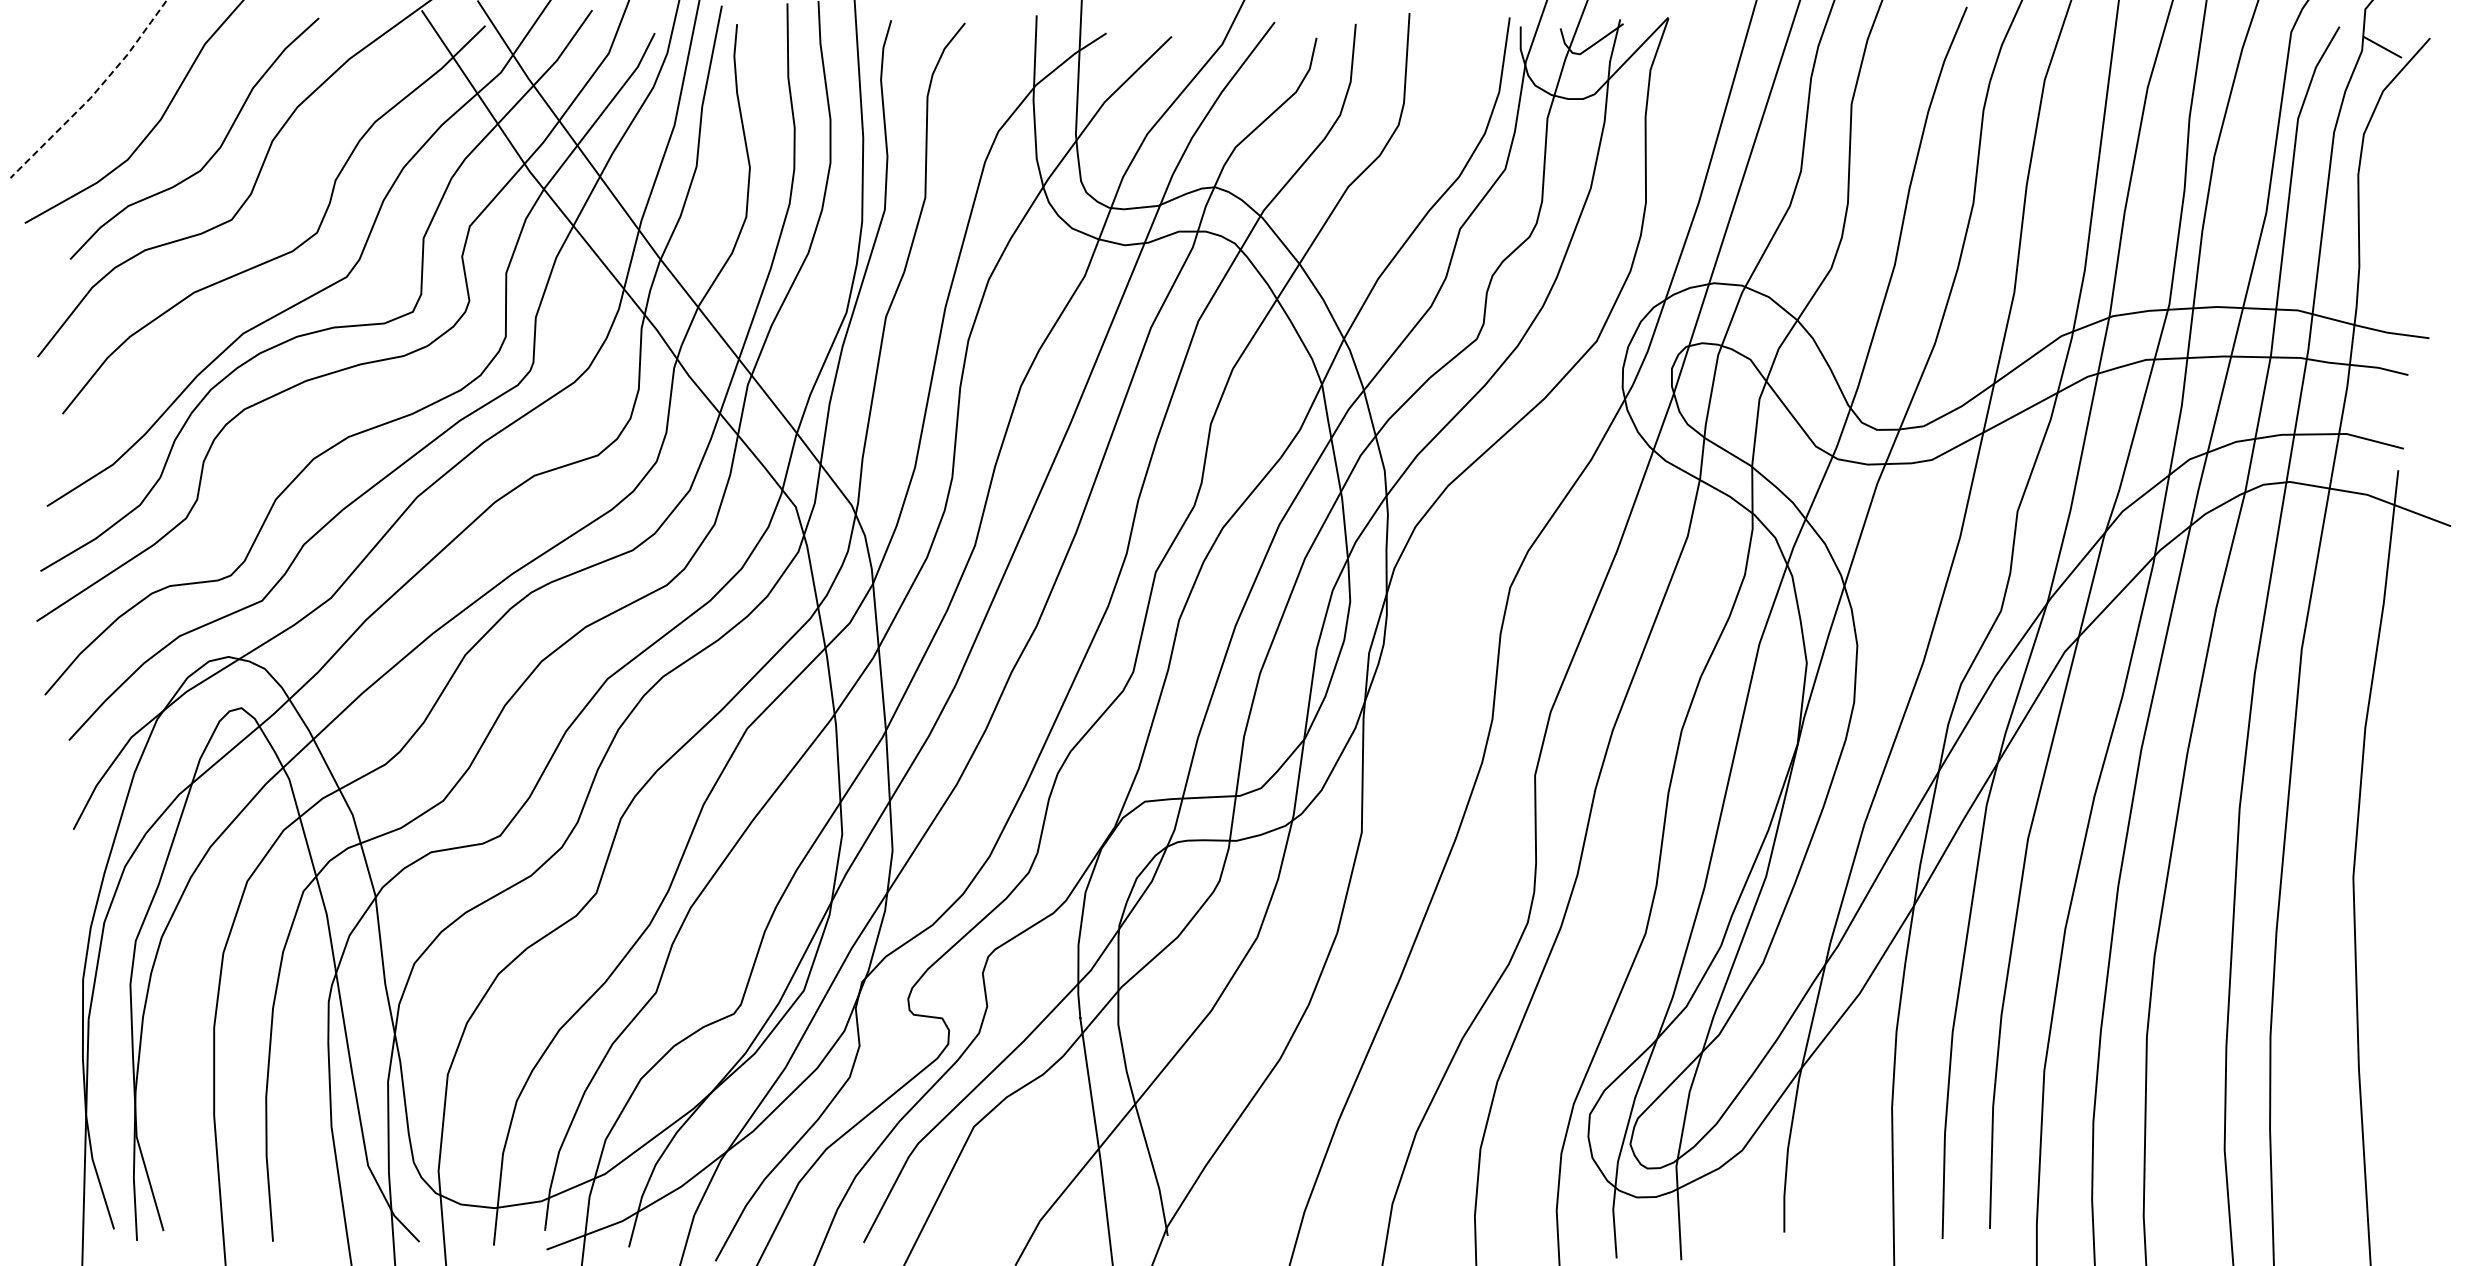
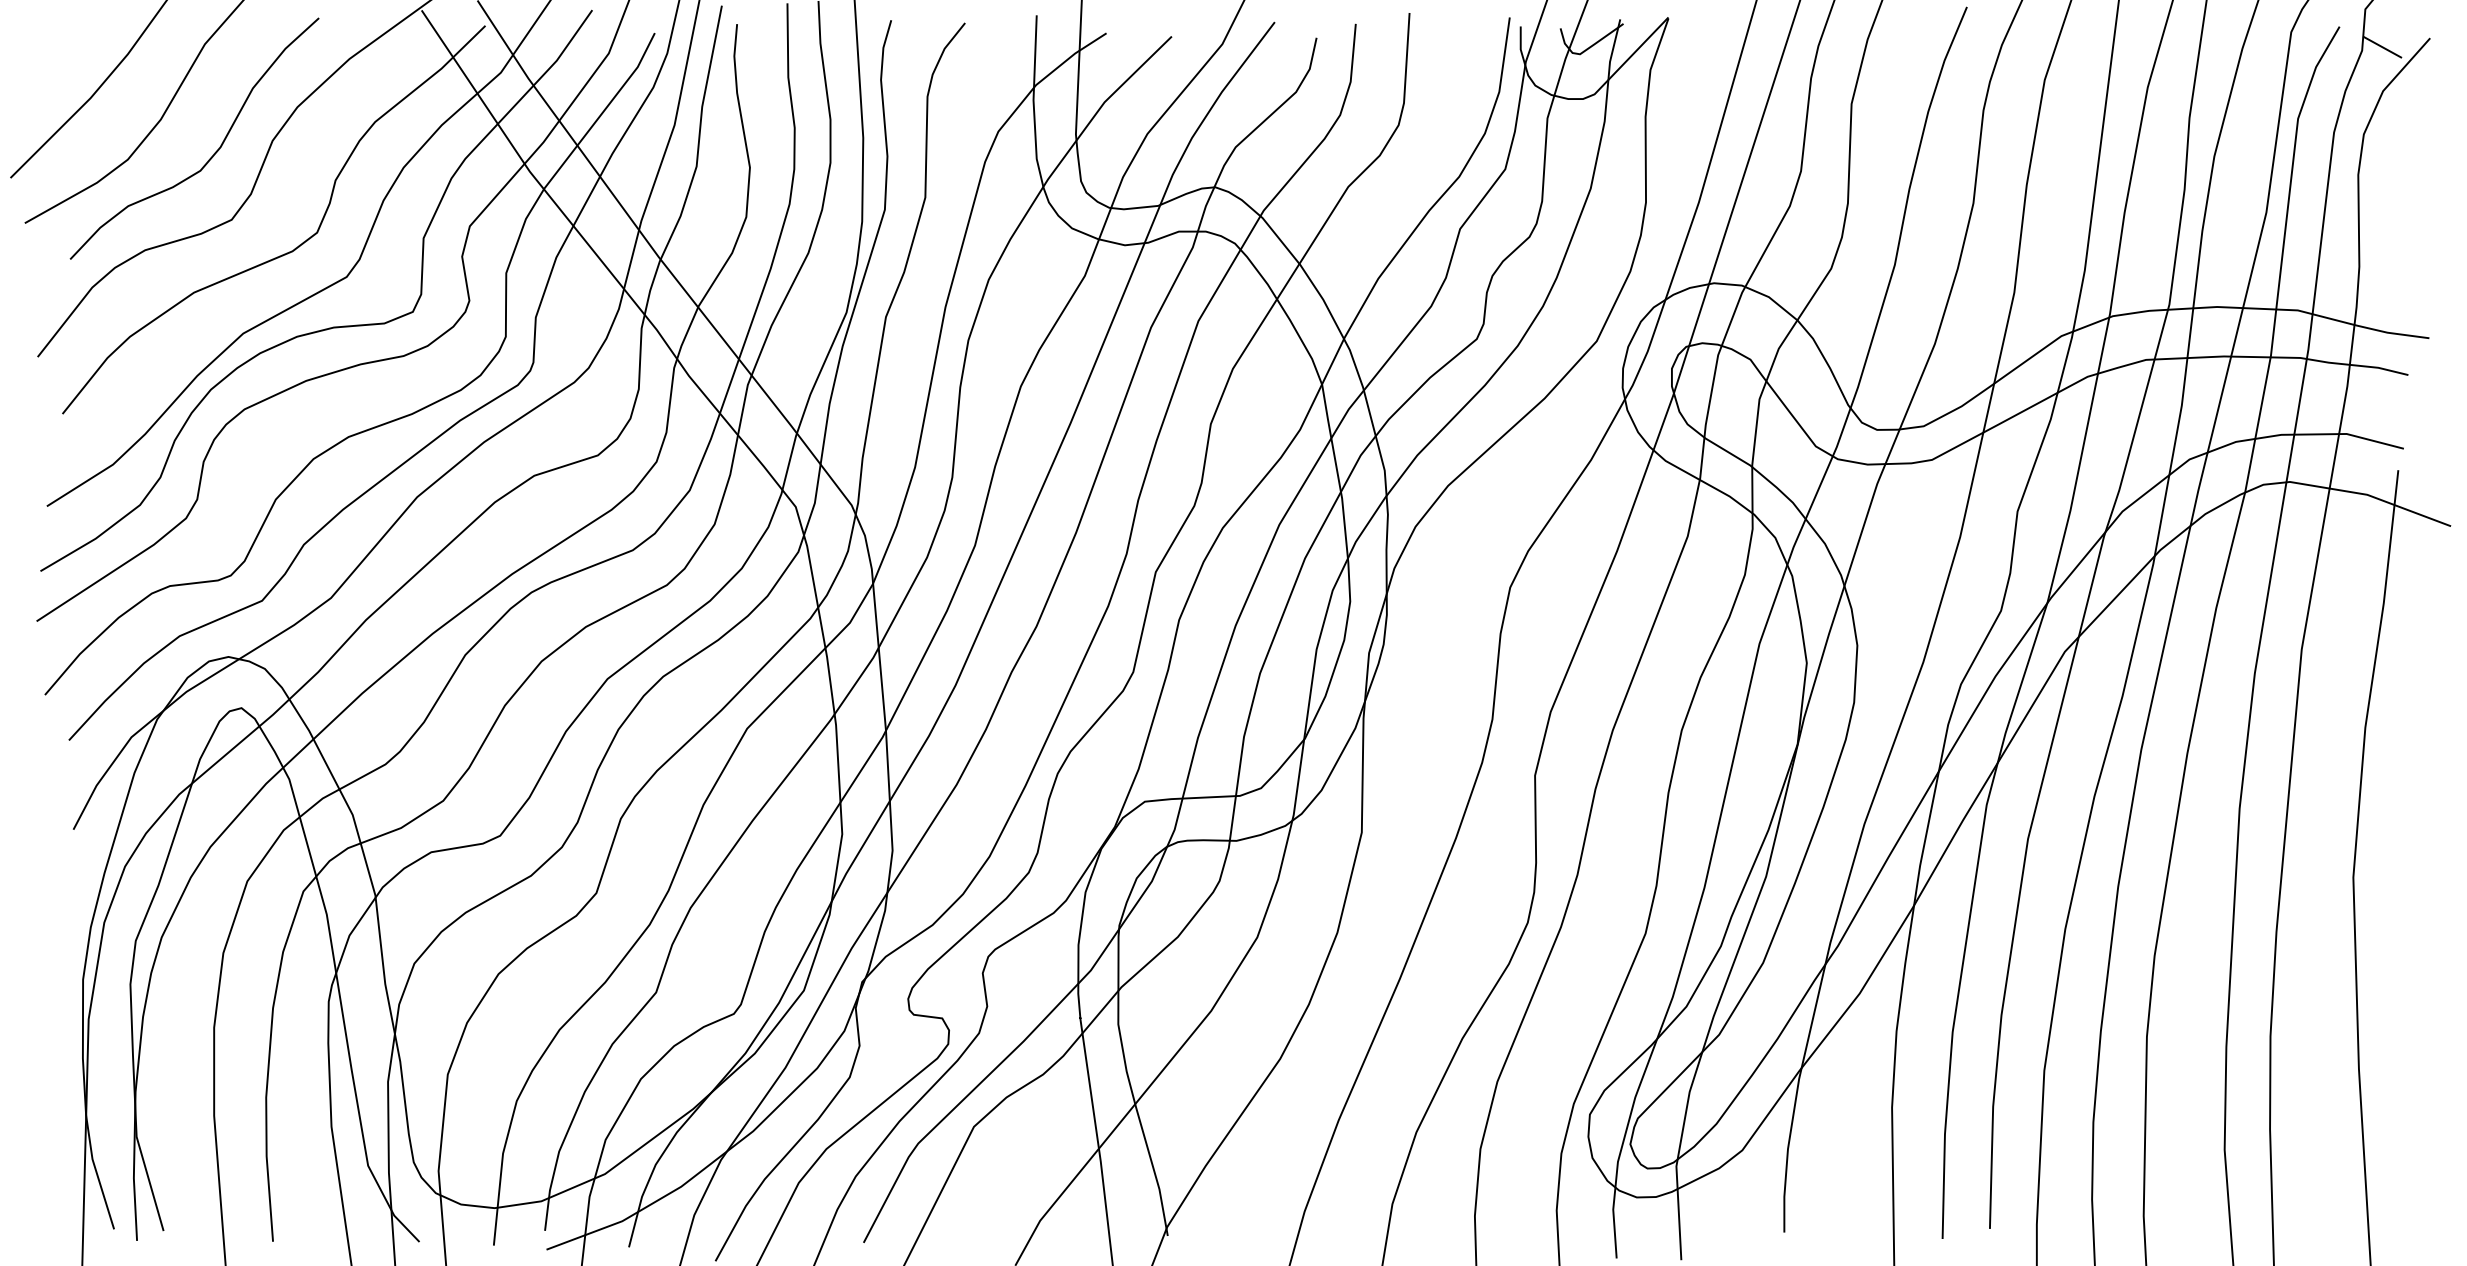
line at (93, 94): dashed -> solid
